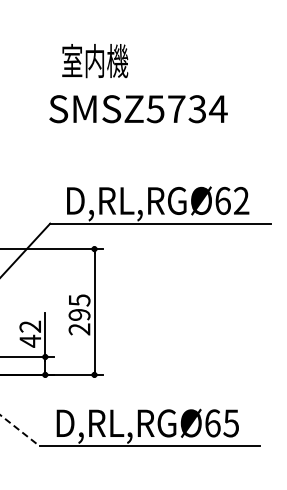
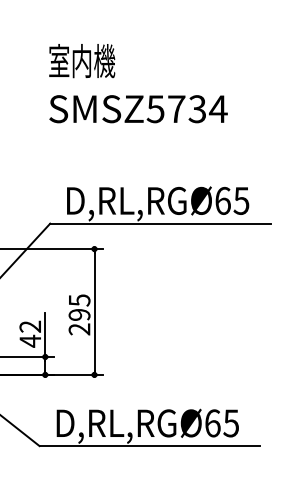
text at (95, 61) position: (95, 61) -> (82, 61)
text at (241, 200): D,RL,RGØ62 -> D,RL,RGØ65
line at (19, 430): dashed -> solid
